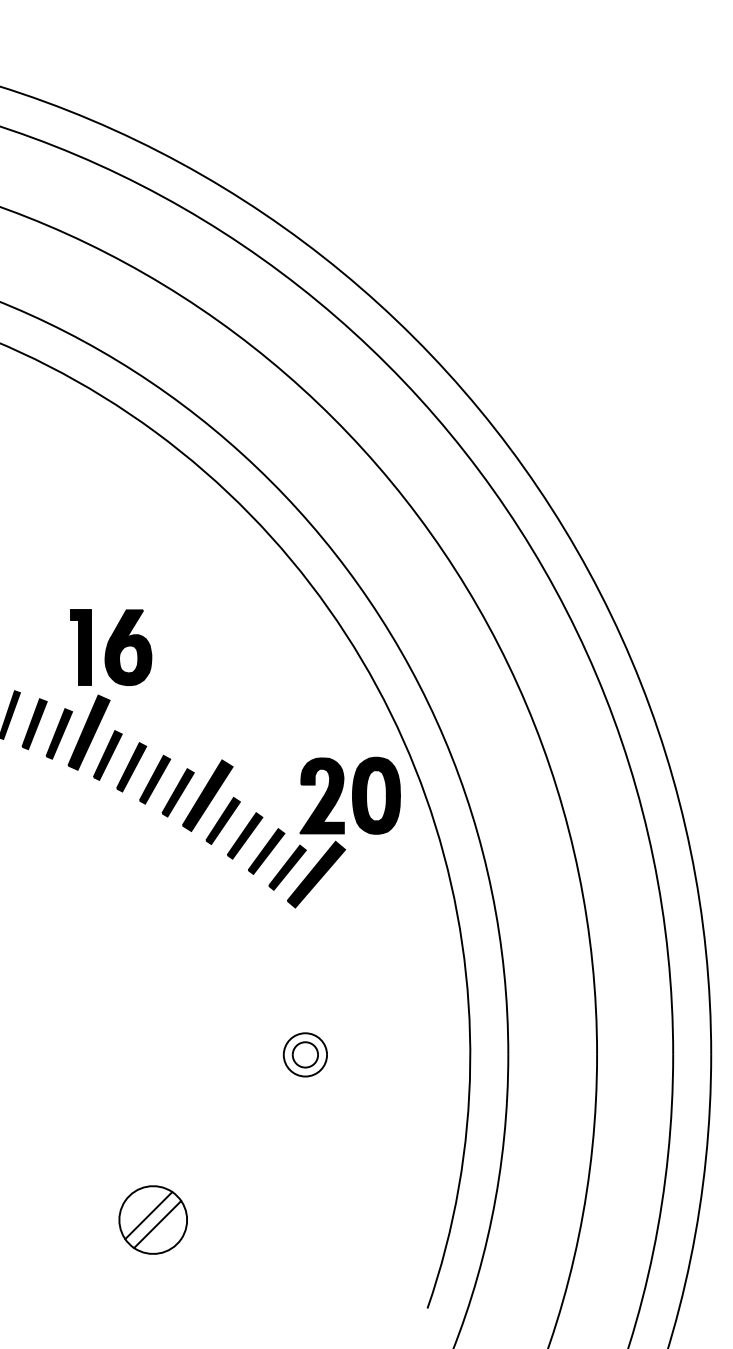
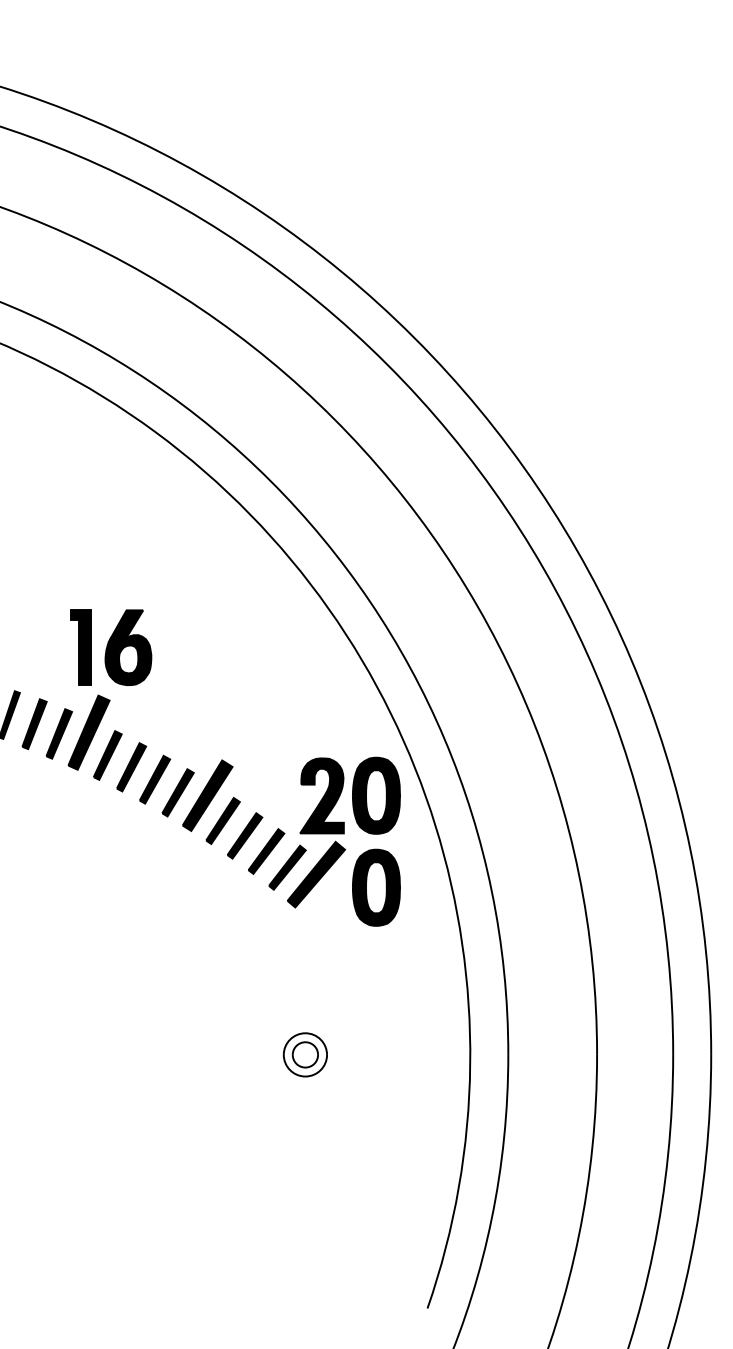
part at (376, 887): none -> present
part at (152, 1219): present -> none
